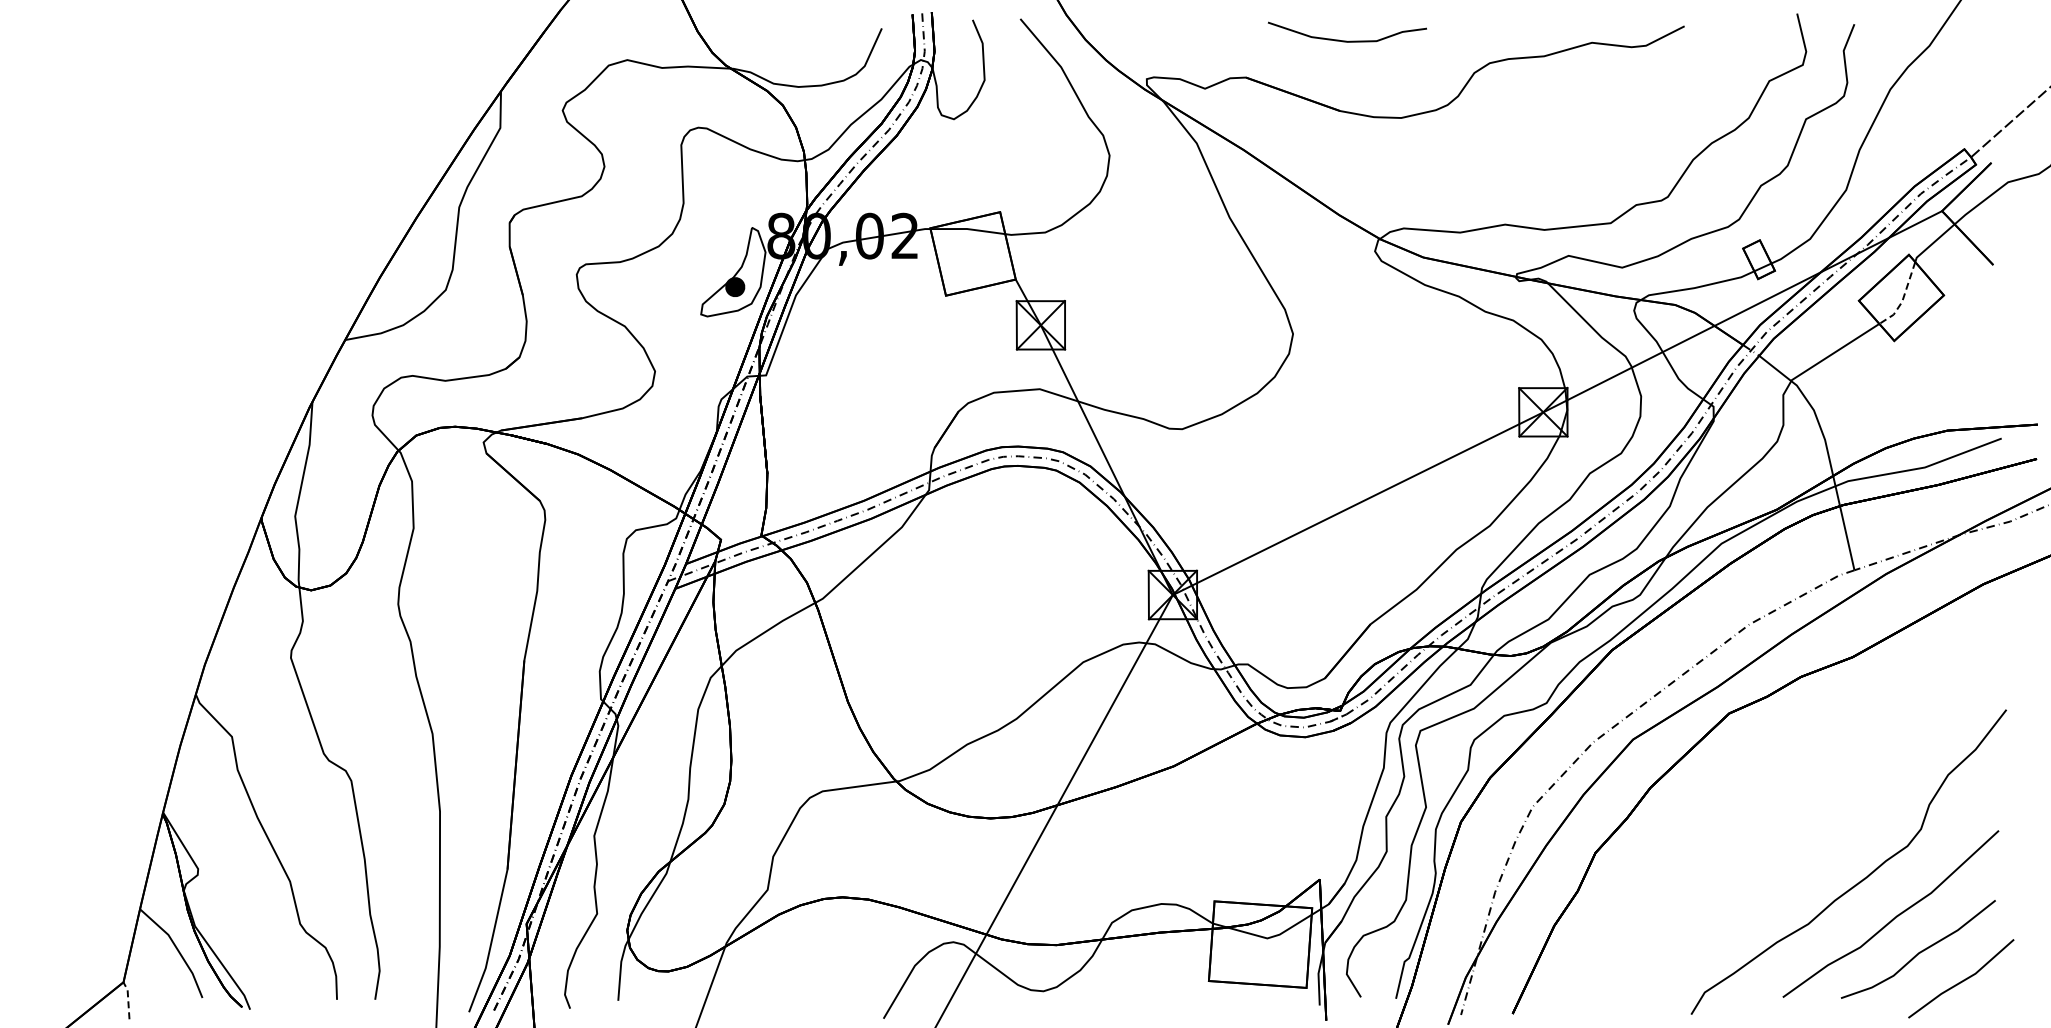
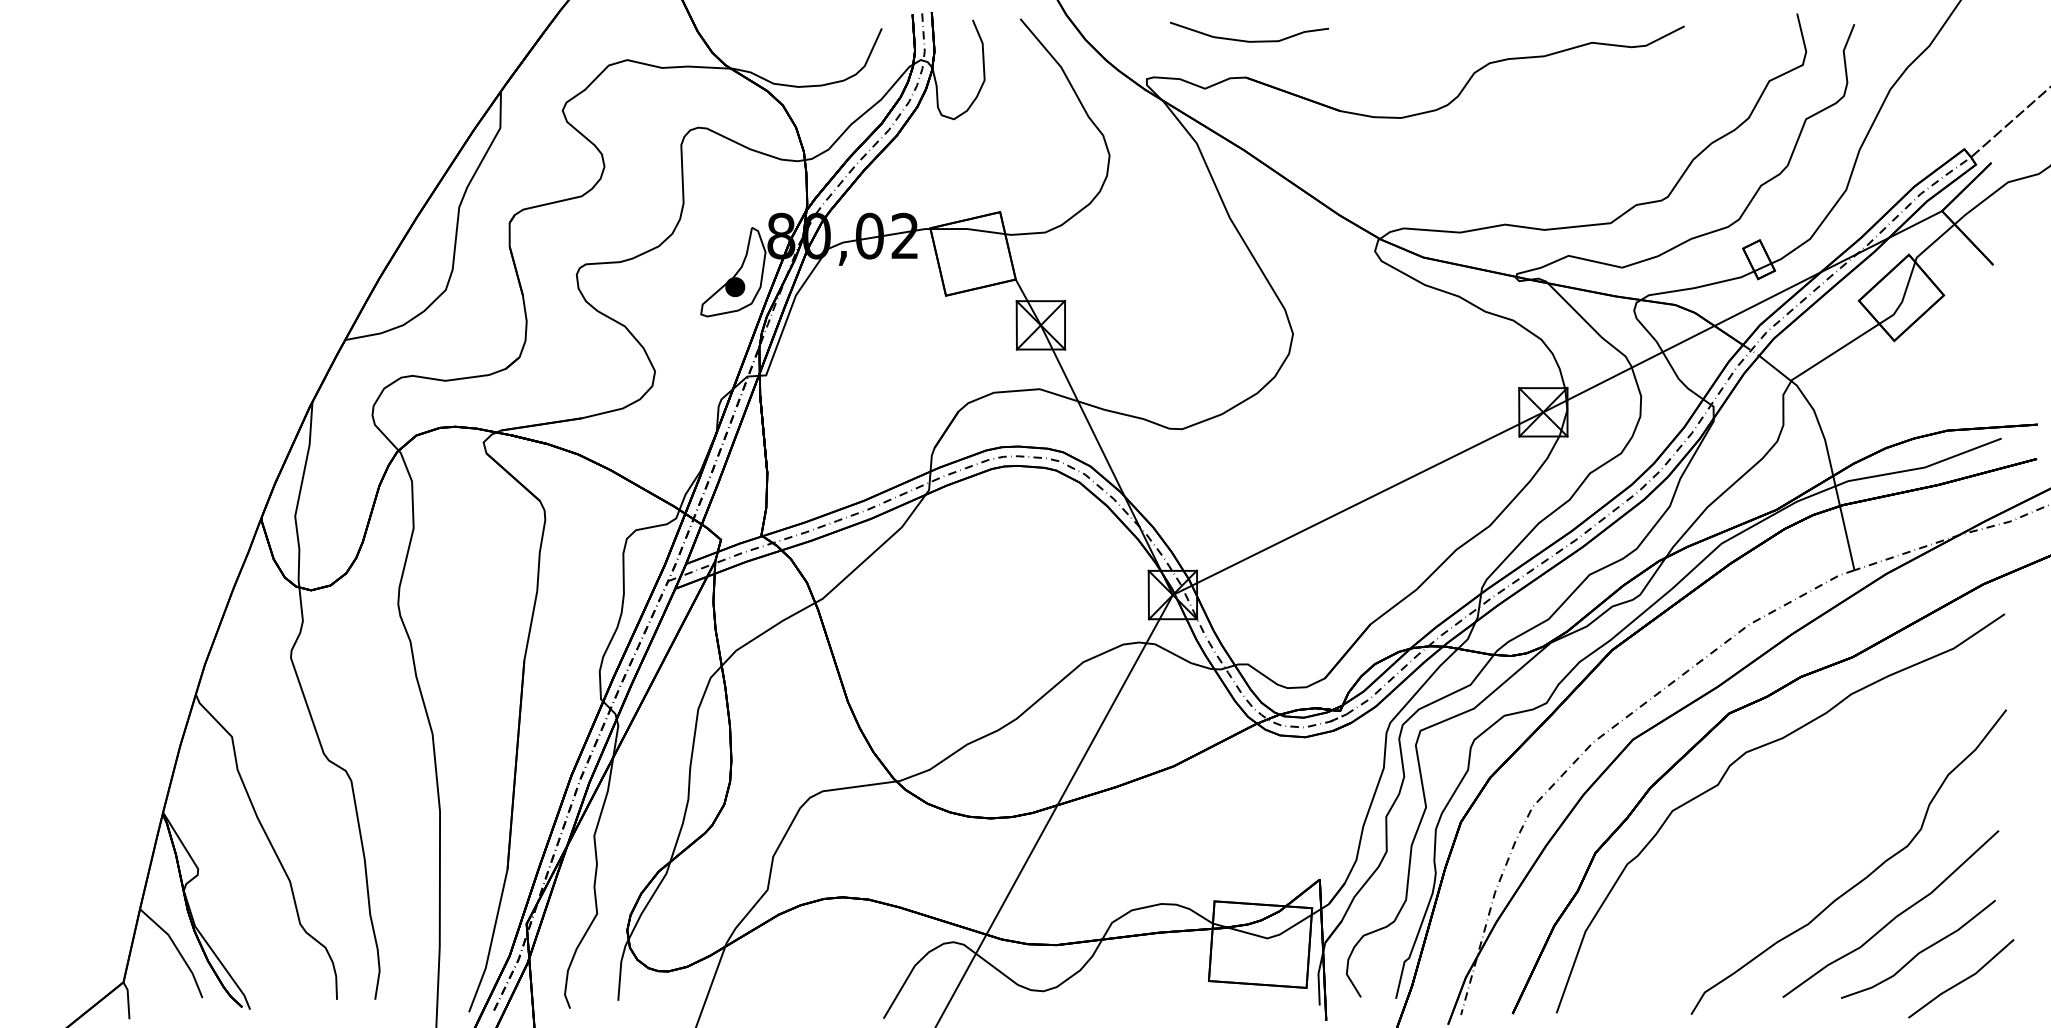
curve at (1346, 40) position: (1346, 40) -> (1248, 40)
line at (1903, 299): dashed -> solid
curve at (1723, 778): none -> present
line at (128, 999): dashed -> solid
